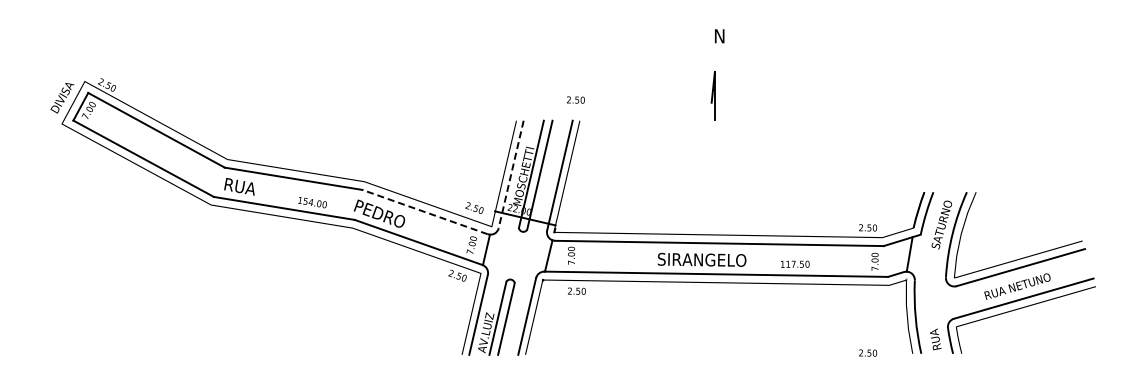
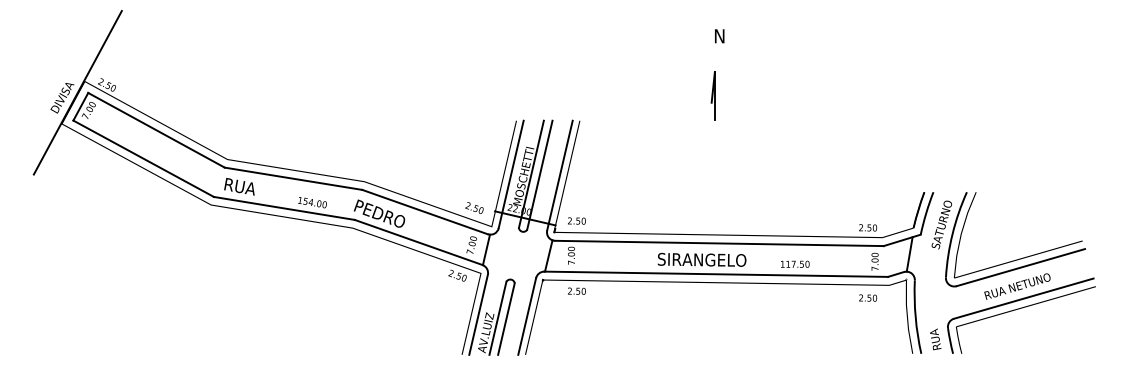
line at (77, 92): none -> present
text at (575, 99) position: (575, 99) -> (576, 220)
line at (511, 174): dashed -> solid
line at (424, 211): dashed -> solid
text at (868, 352) position: (868, 352) -> (868, 297)
